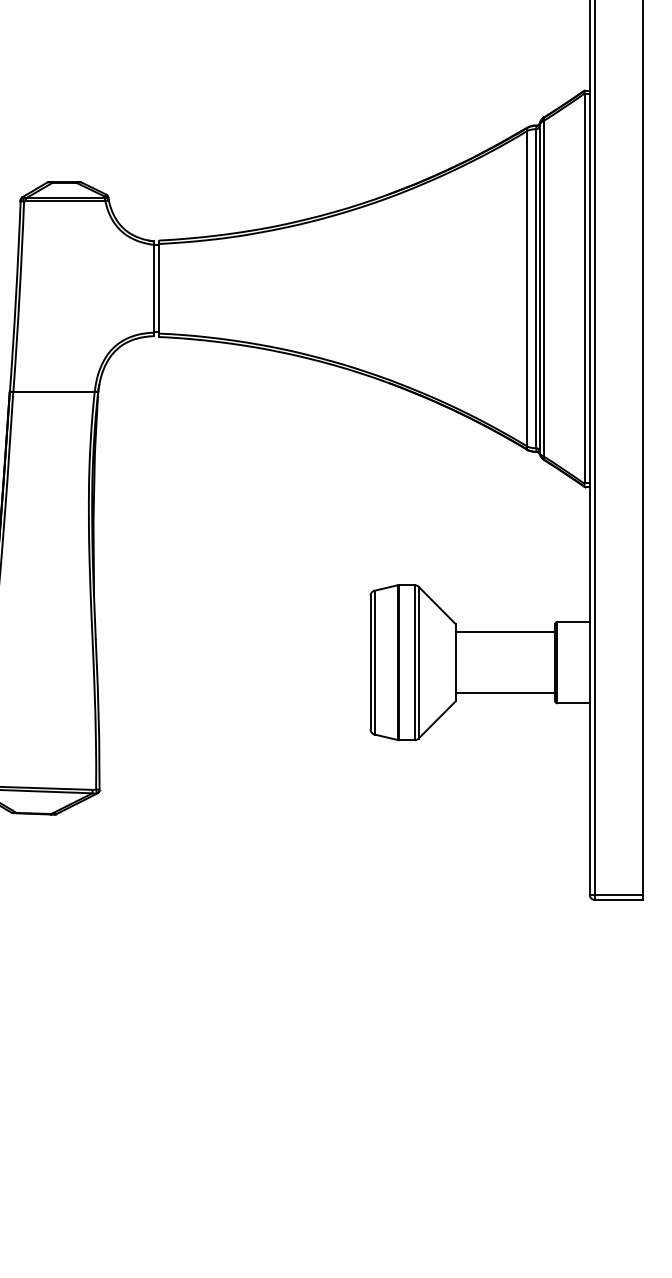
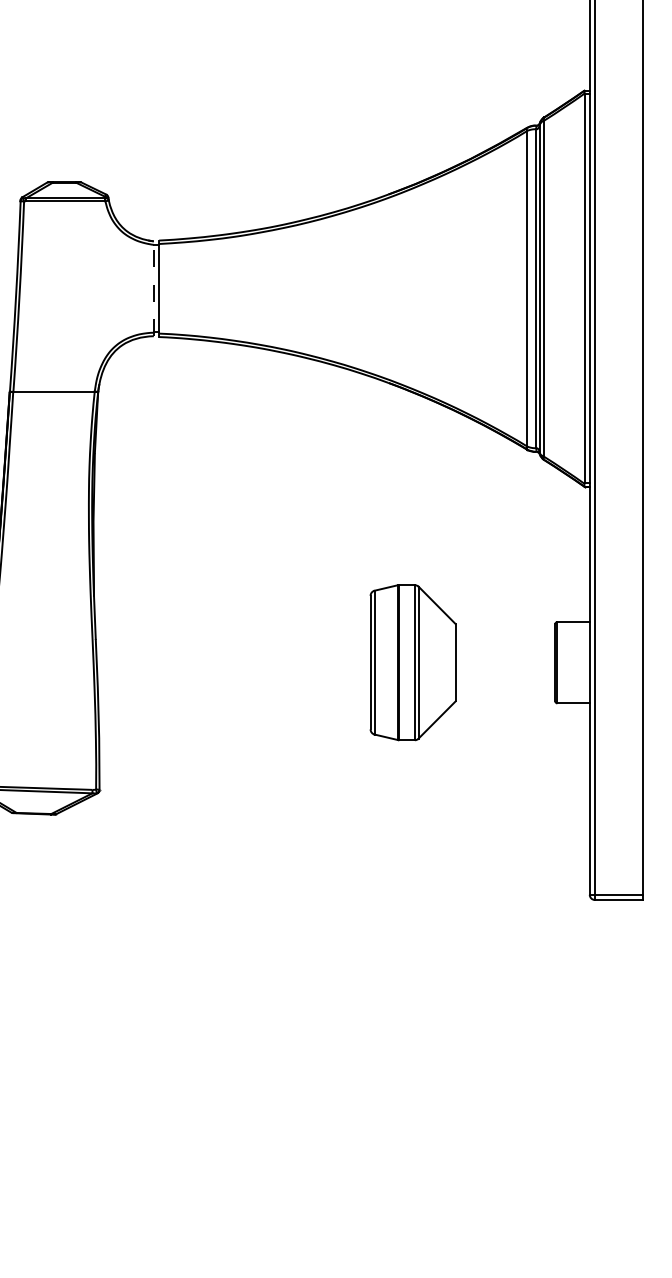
line at (153, 288): solid -> dashed
line at (505, 632): present -> none
line at (505, 693): present -> none
